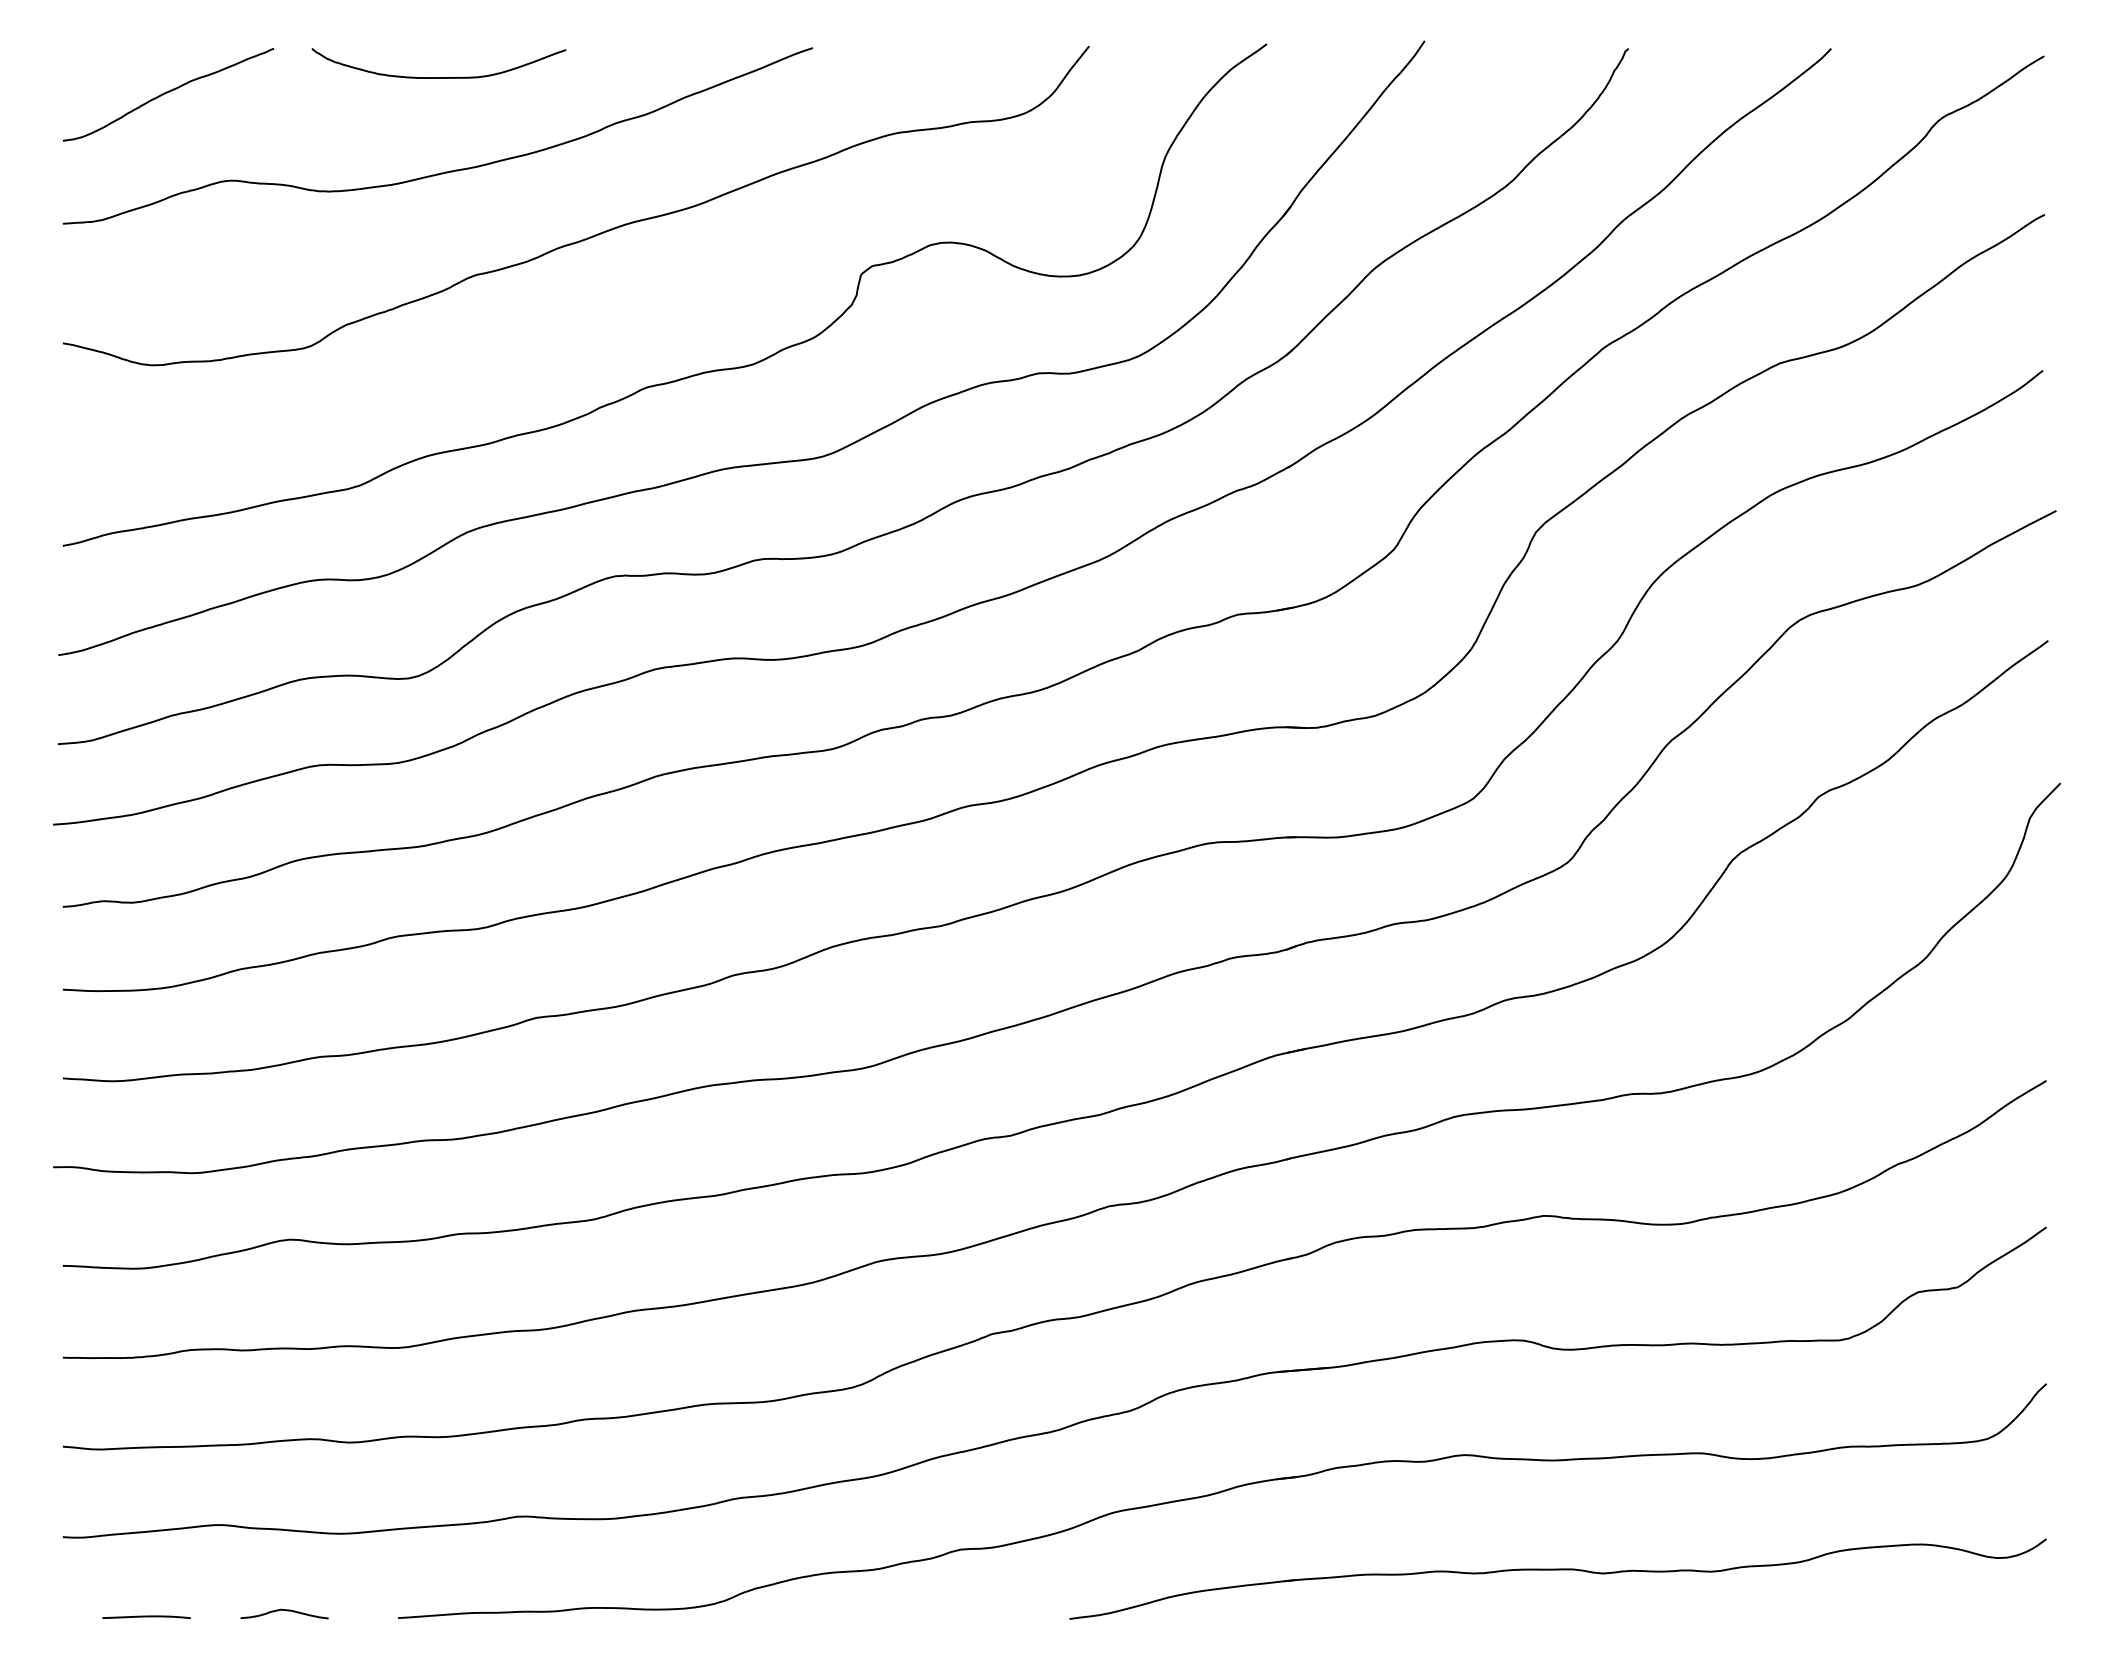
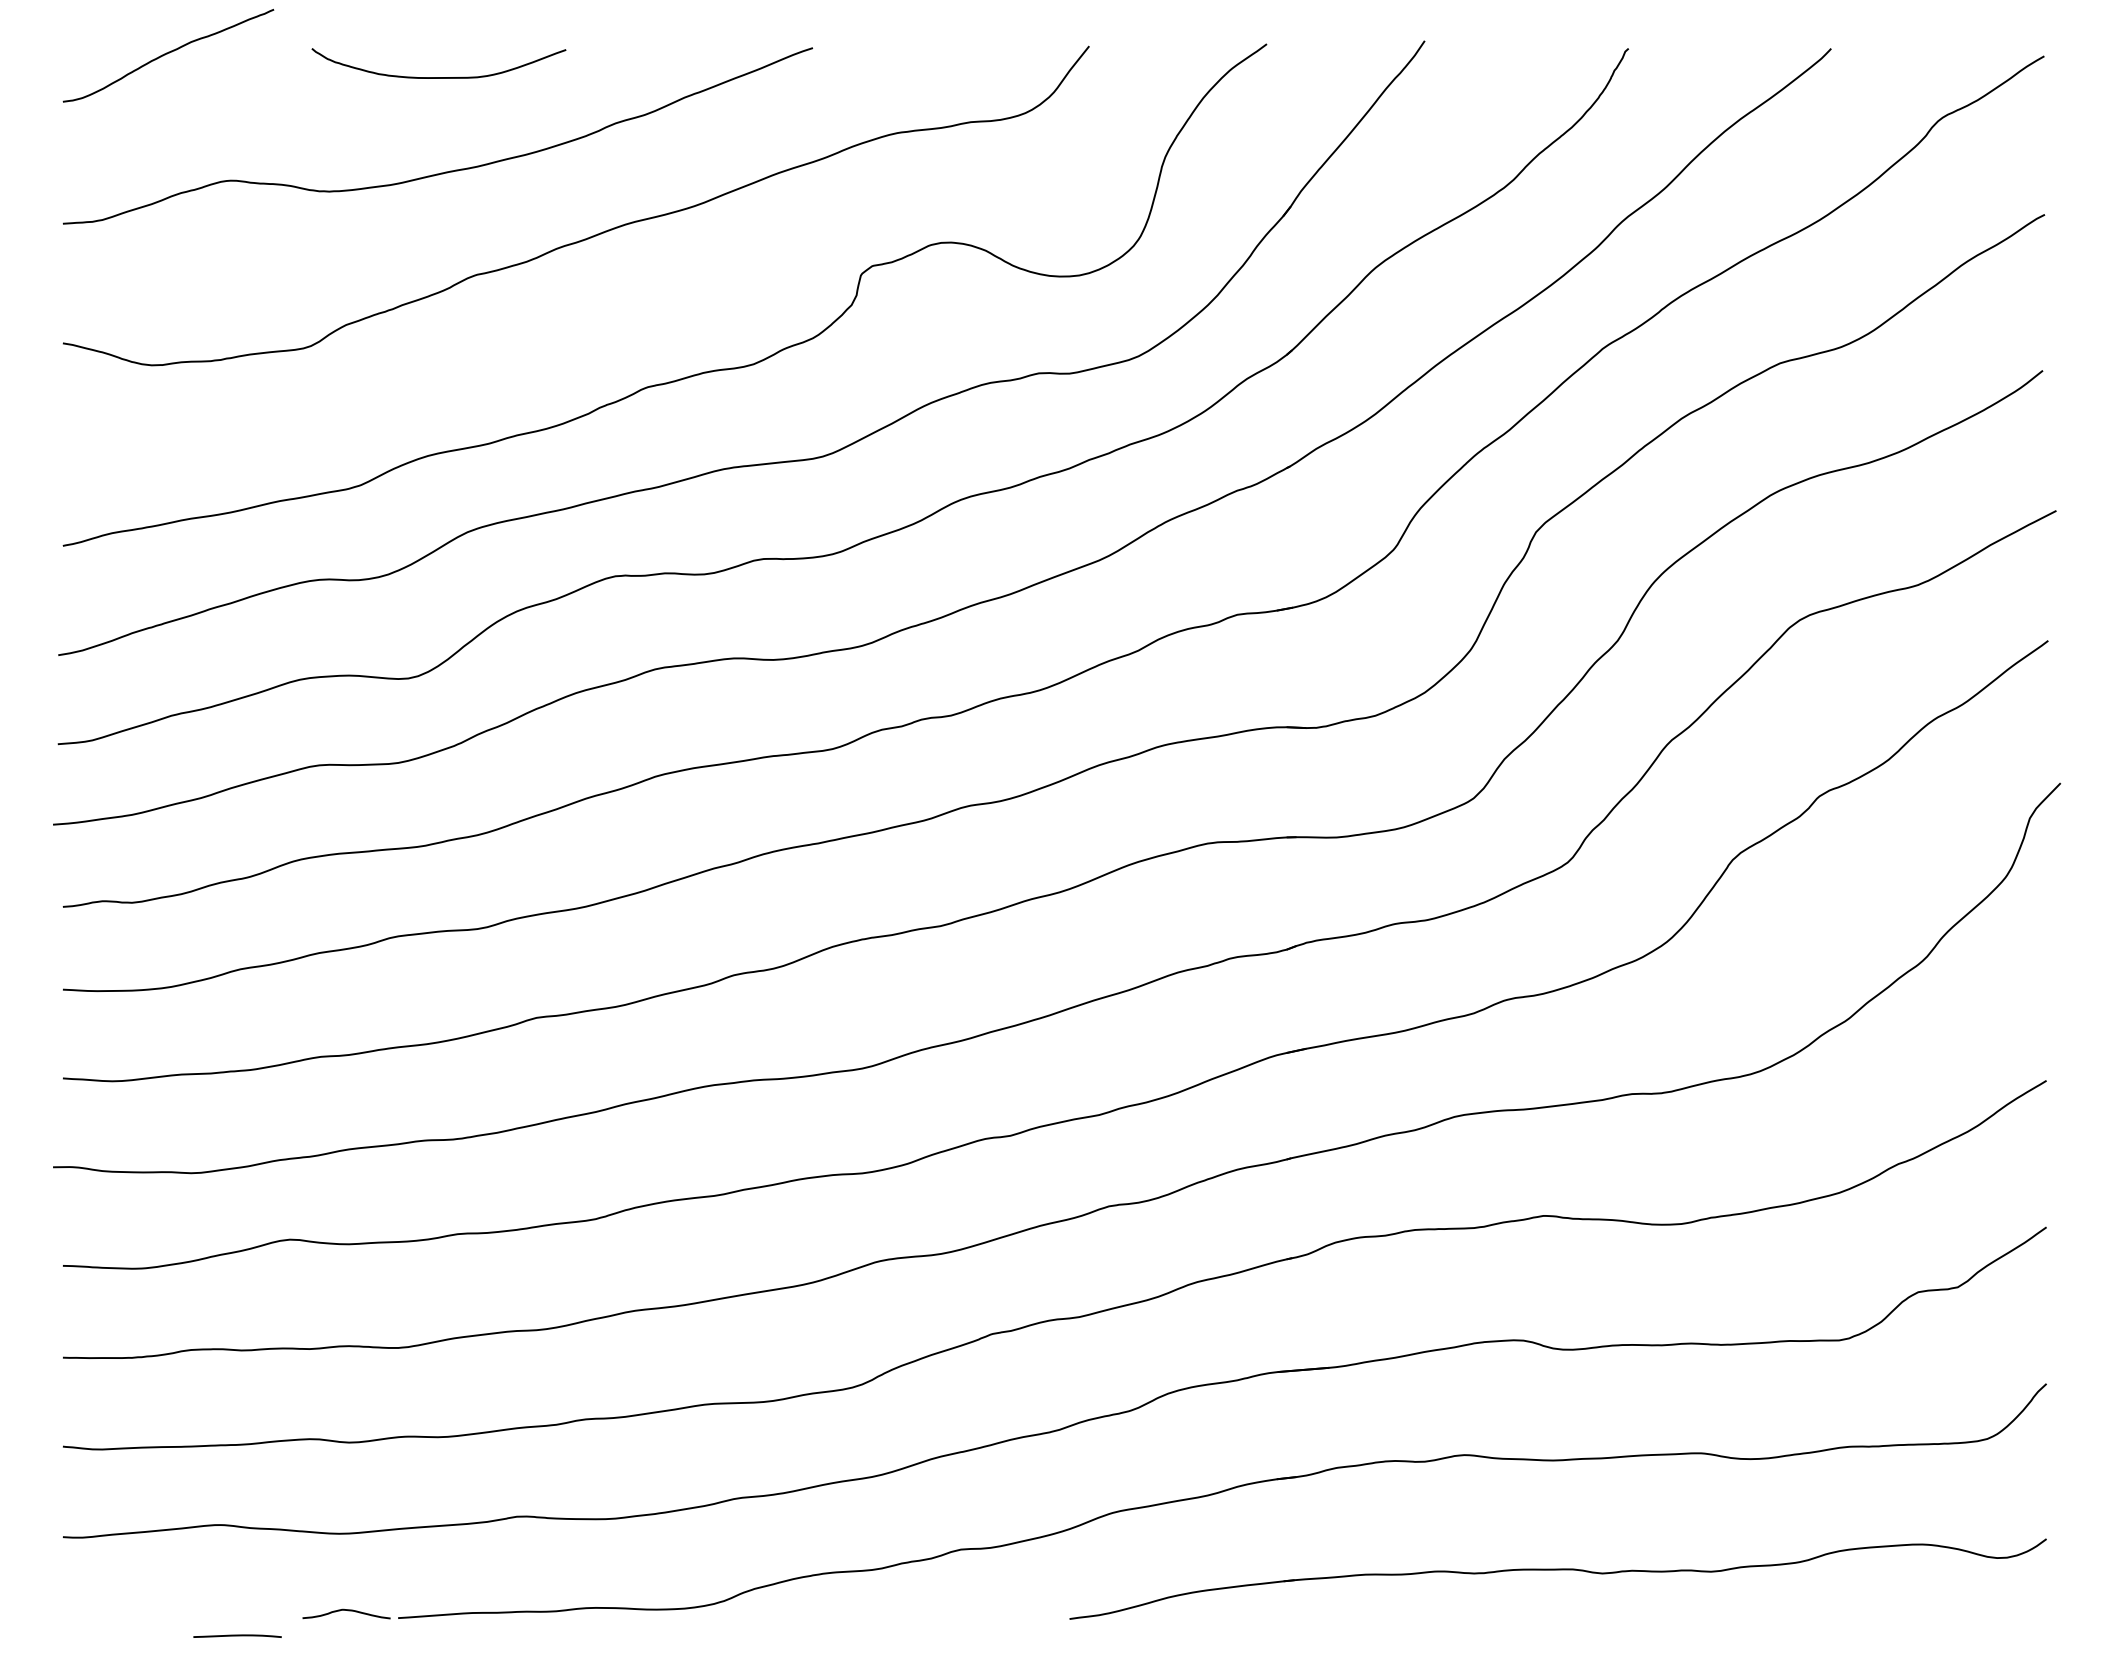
curve at (167, 93) position: (167, 93) -> (167, 54)
curve at (286, 1611) position: (286, 1611) -> (348, 1611)
line at (146, 1616) position: (146, 1616) -> (237, 1635)
